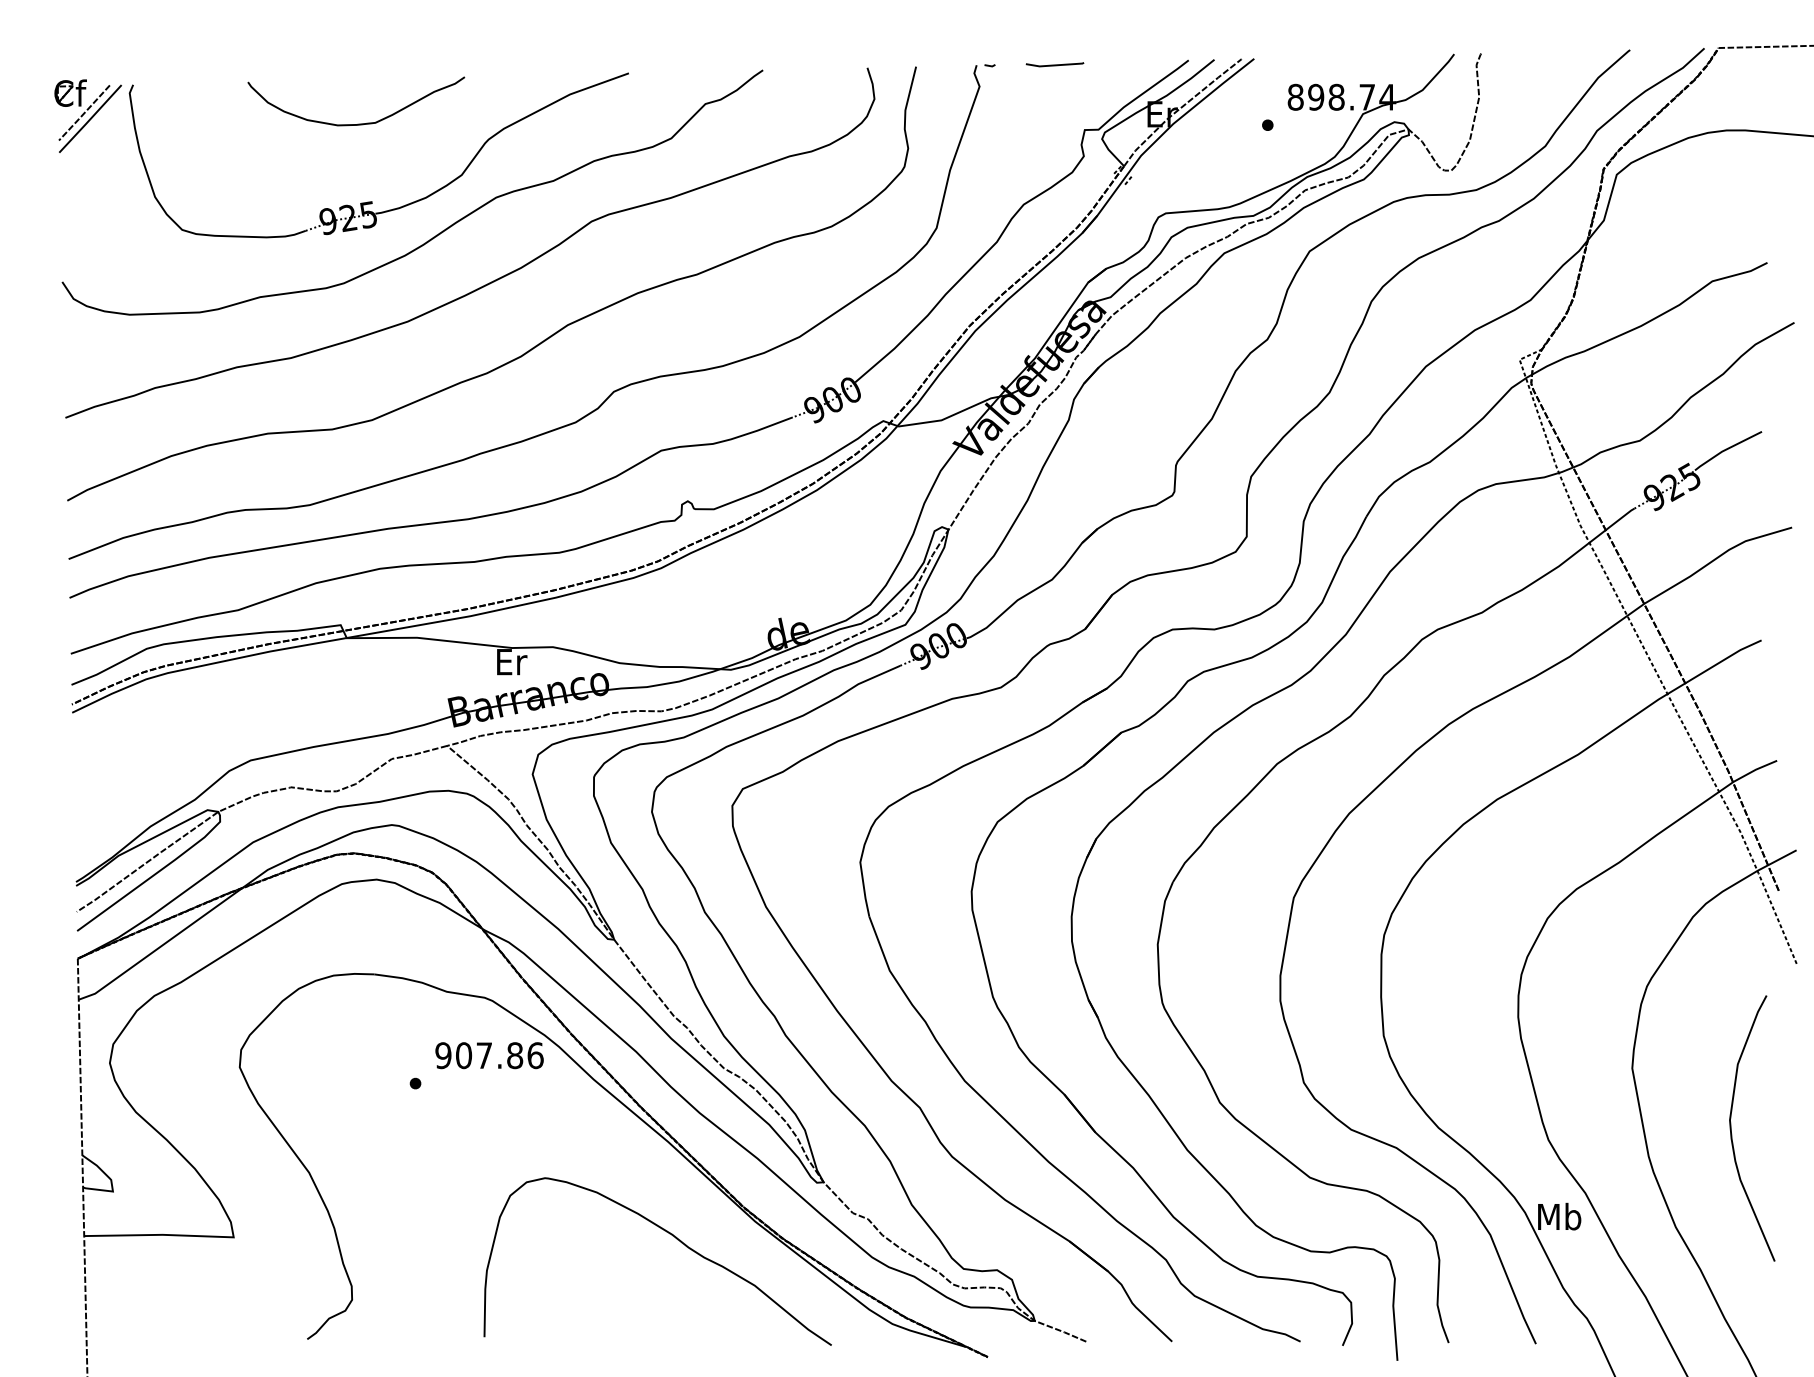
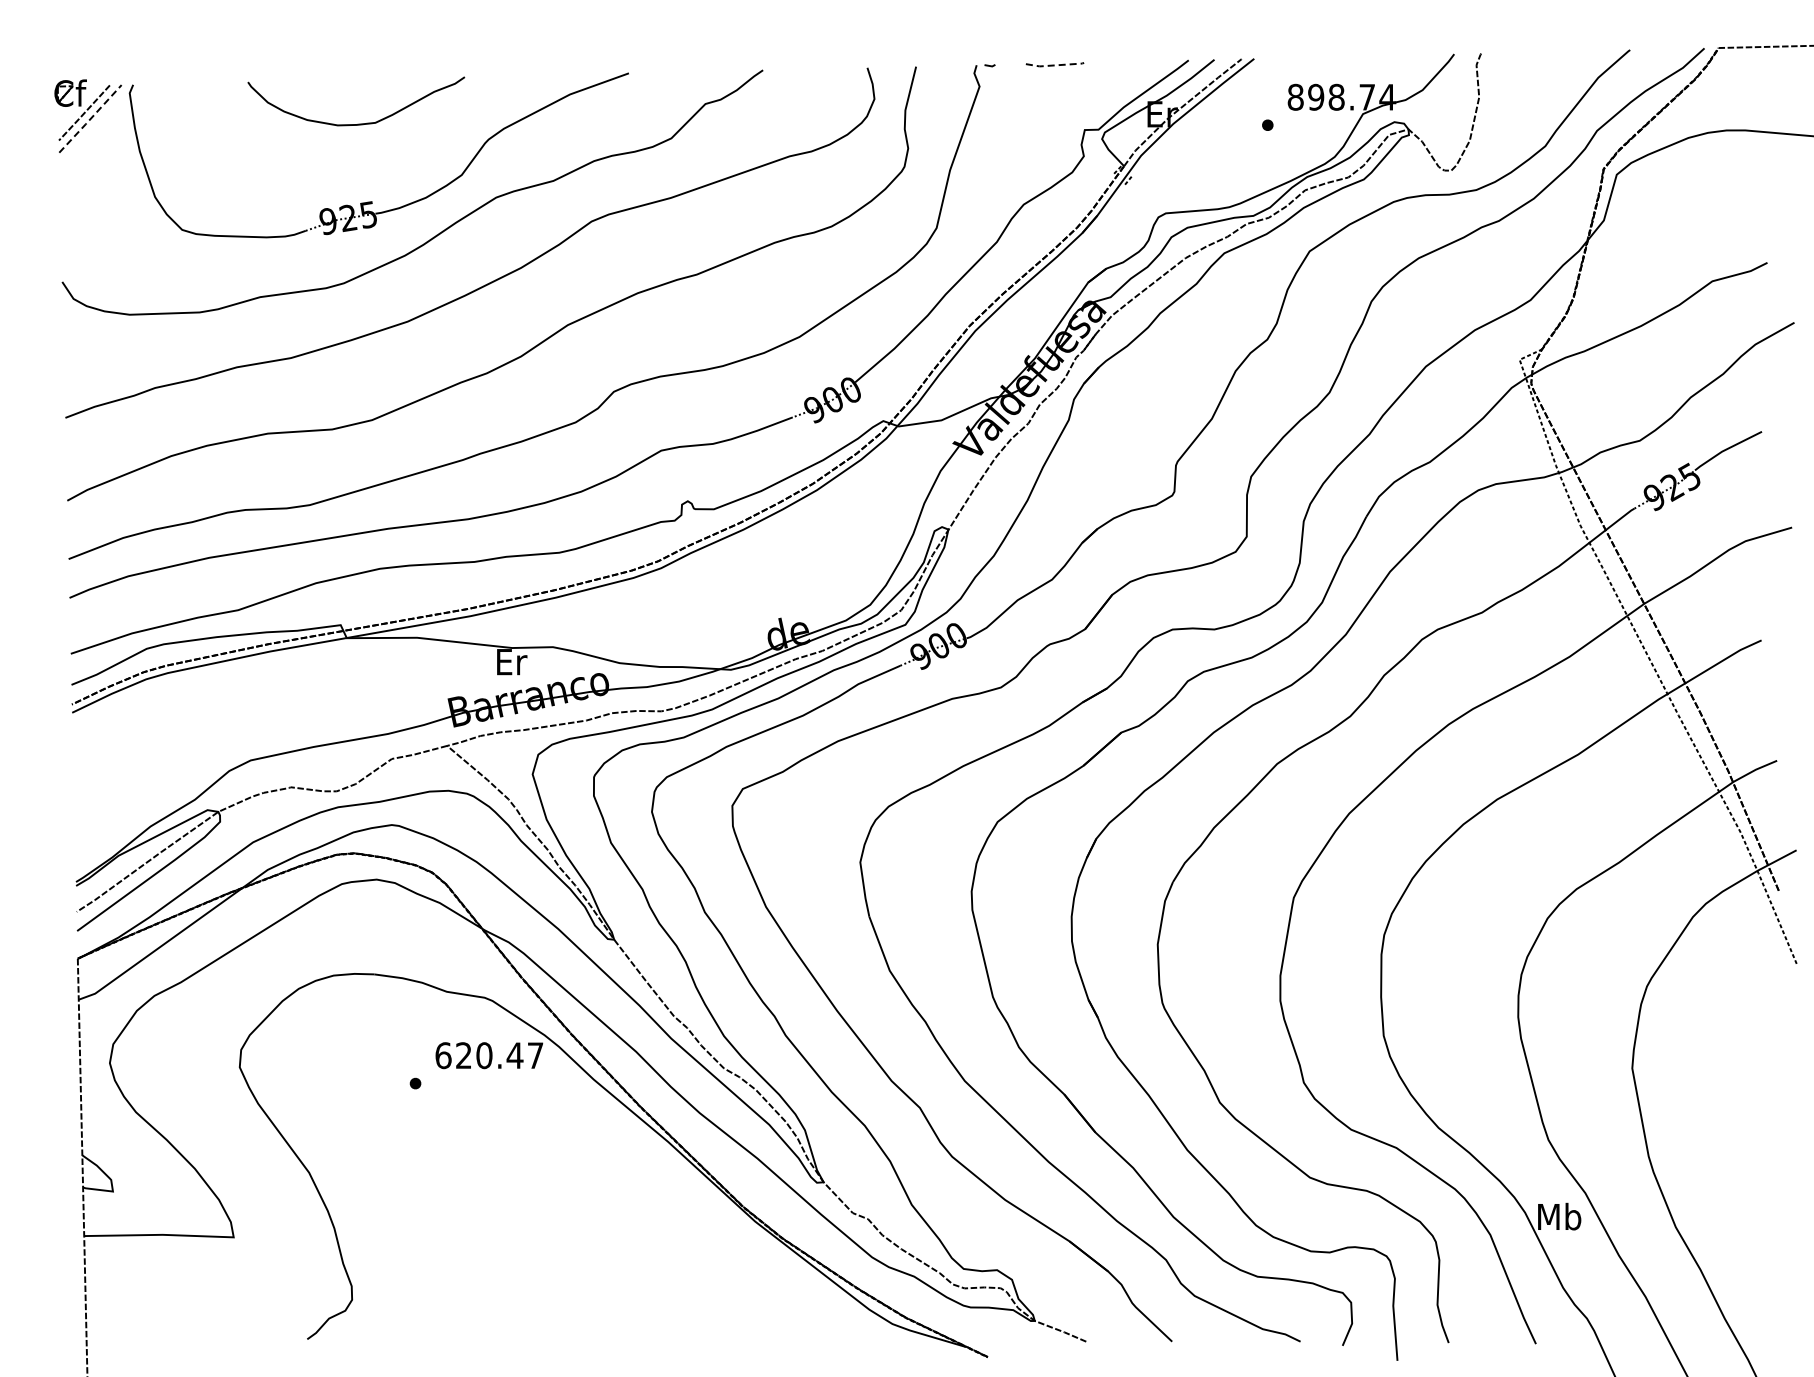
line at (1055, 65): solid -> dashed
line at (90, 119): solid -> dashed
text at (489, 1055): 907.86 -> 620.47
curve at (1732, 1134): present -> none
curve at (677, 1240): present -> none
